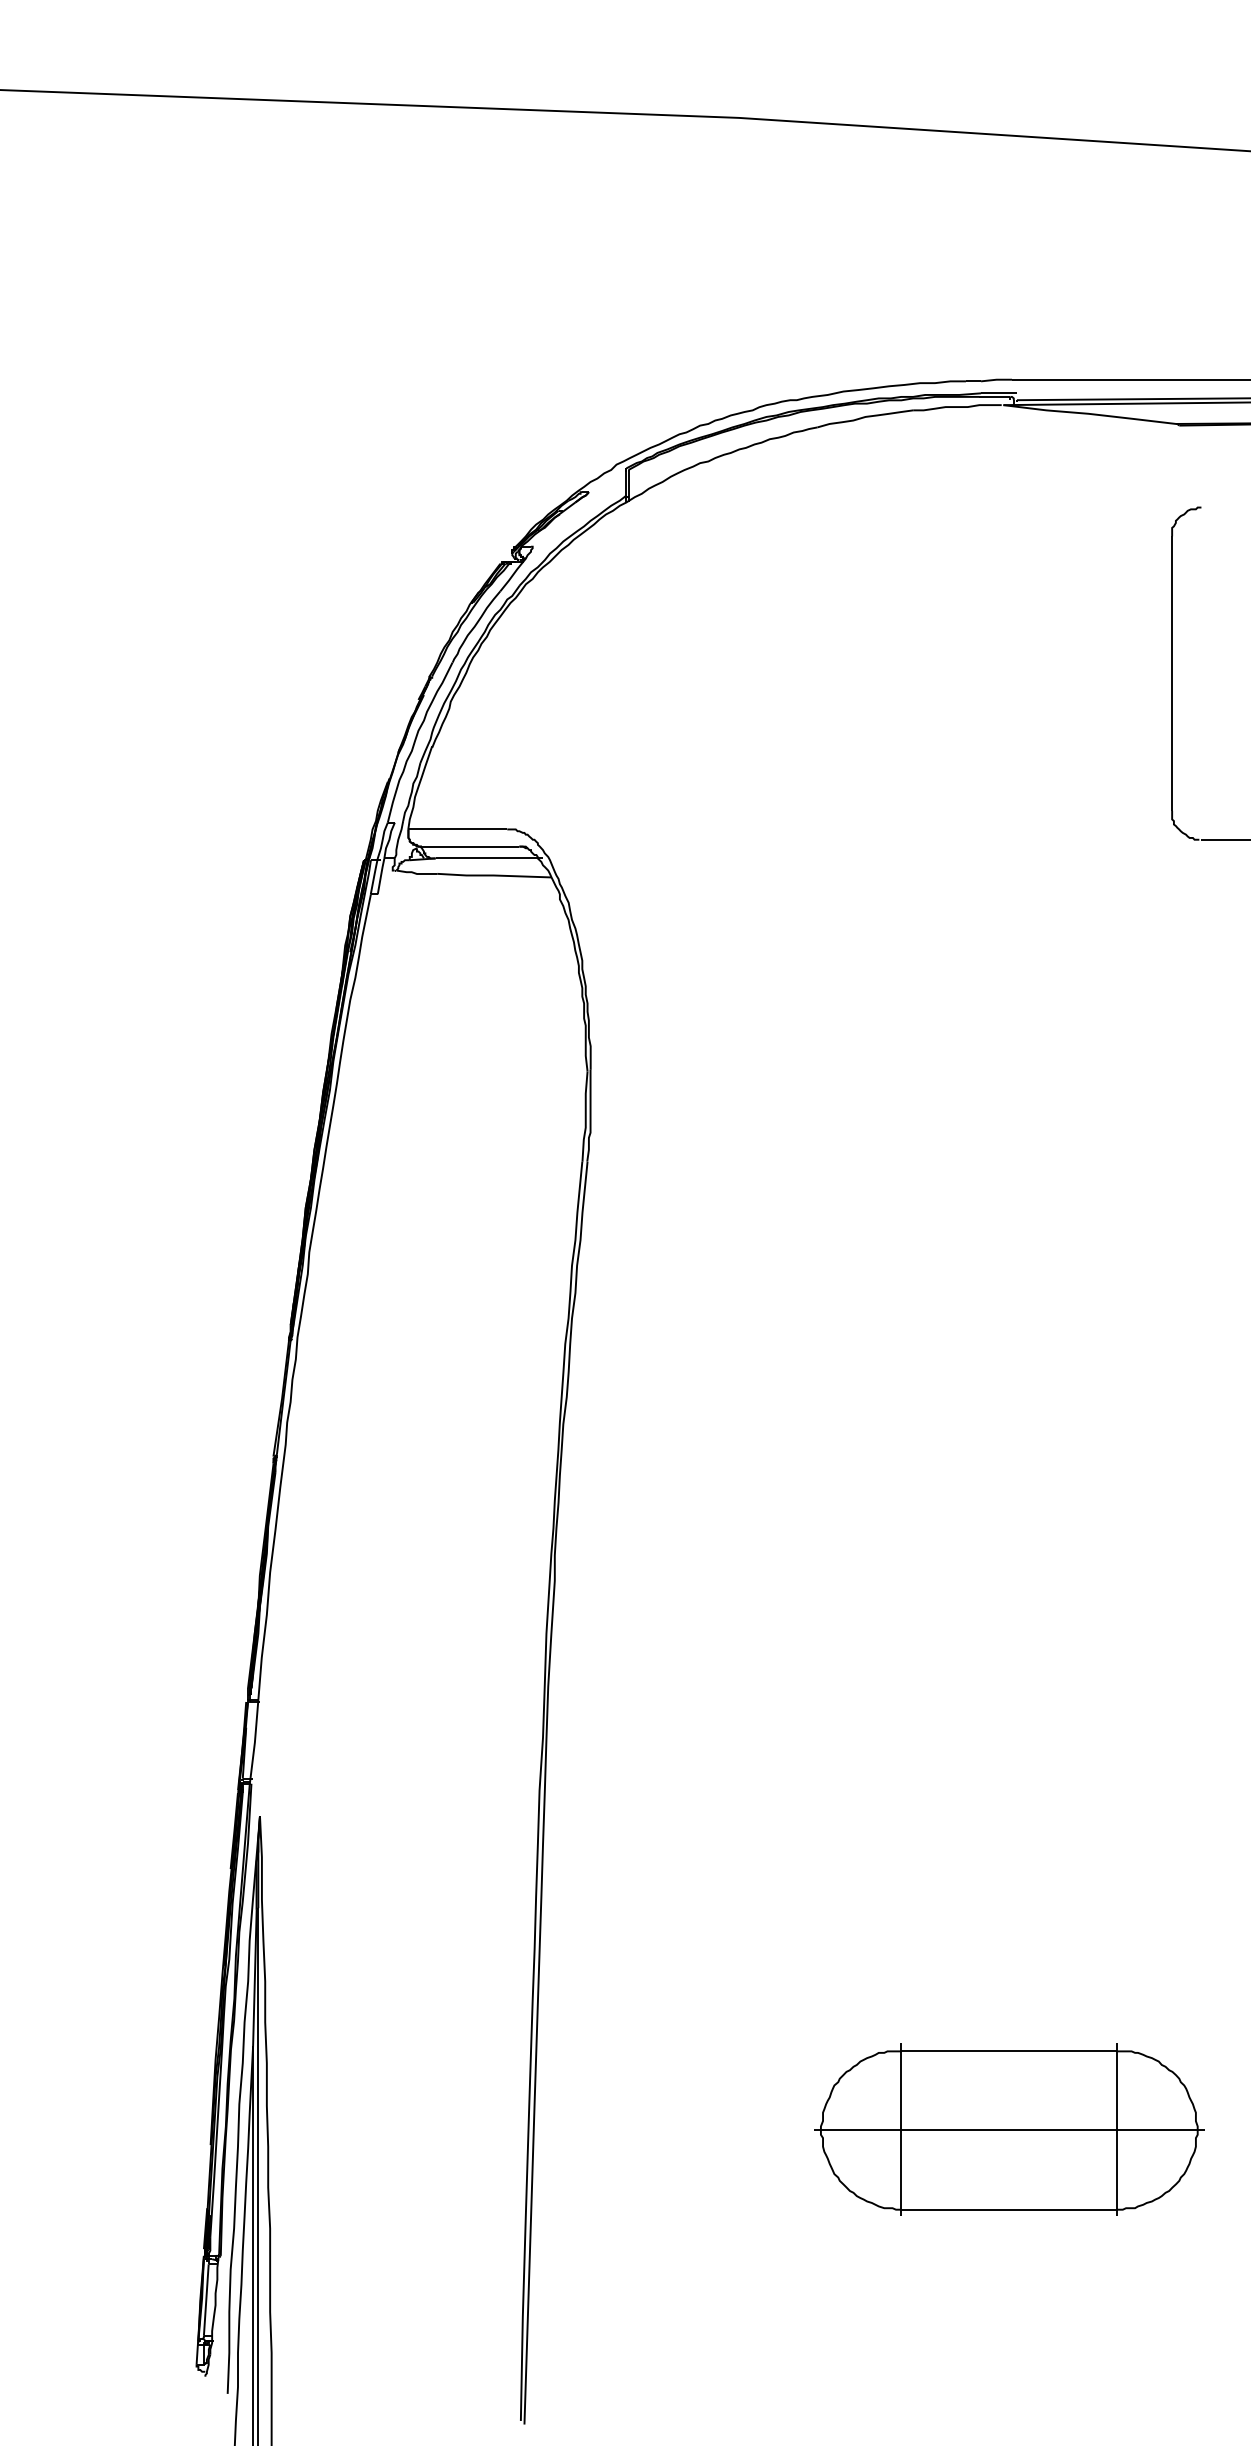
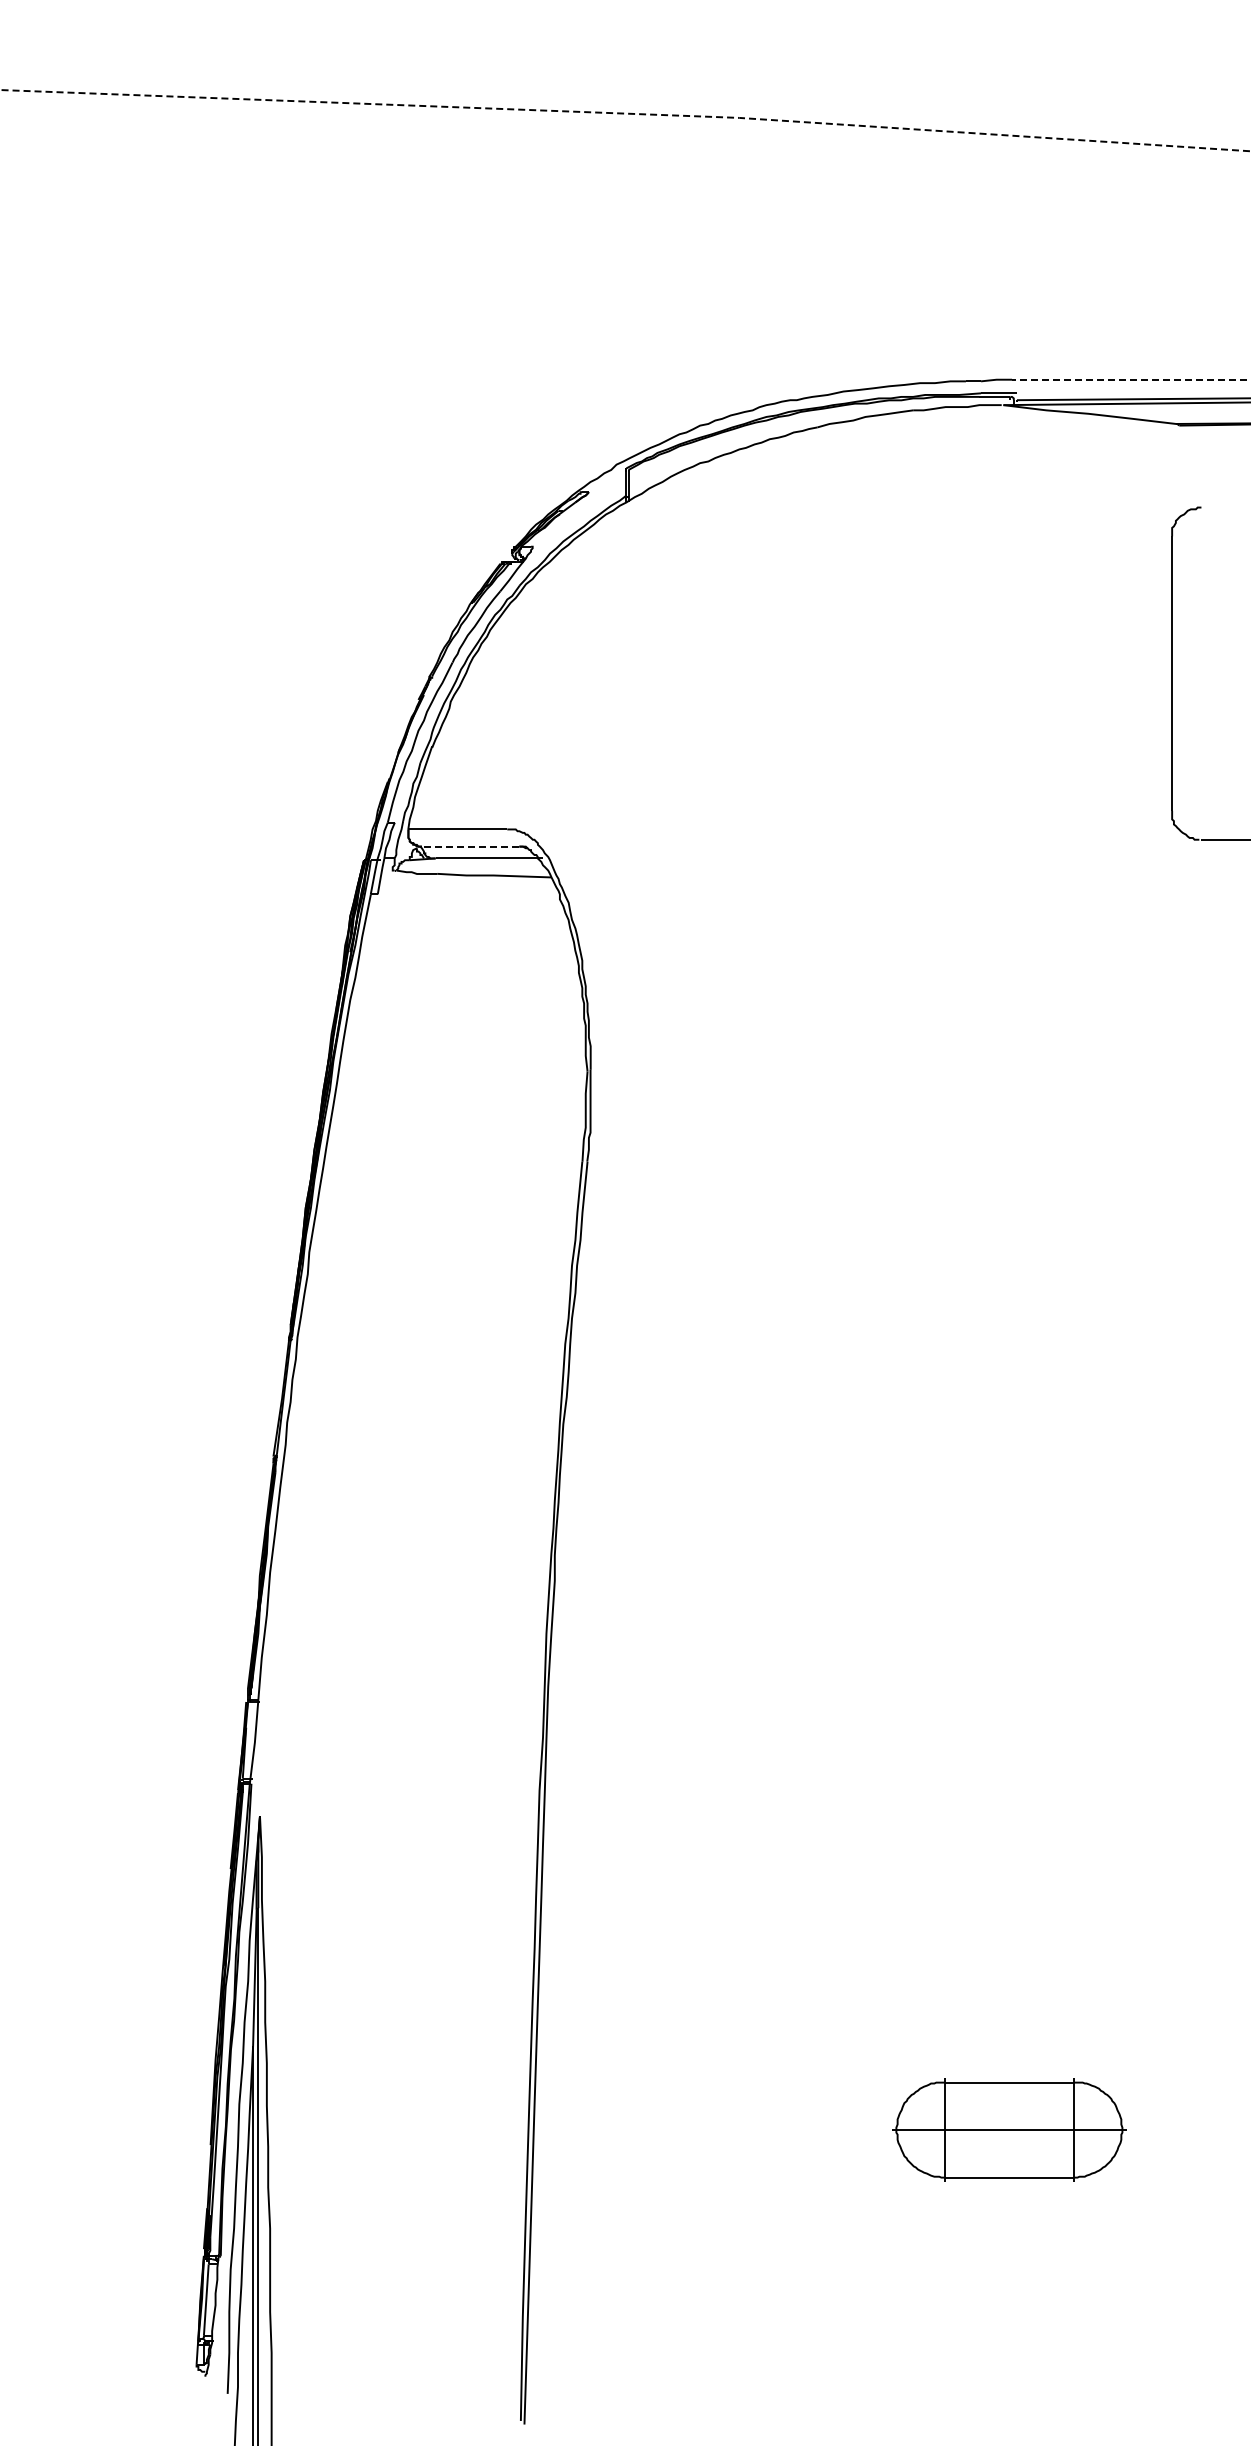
line at (625, 113): solid -> dashed
line at (1130, 379): solid -> dashed
line at (470, 846): solid -> dashed
part at (1009, 2129) size: 391x173 px -> 235x104 px
